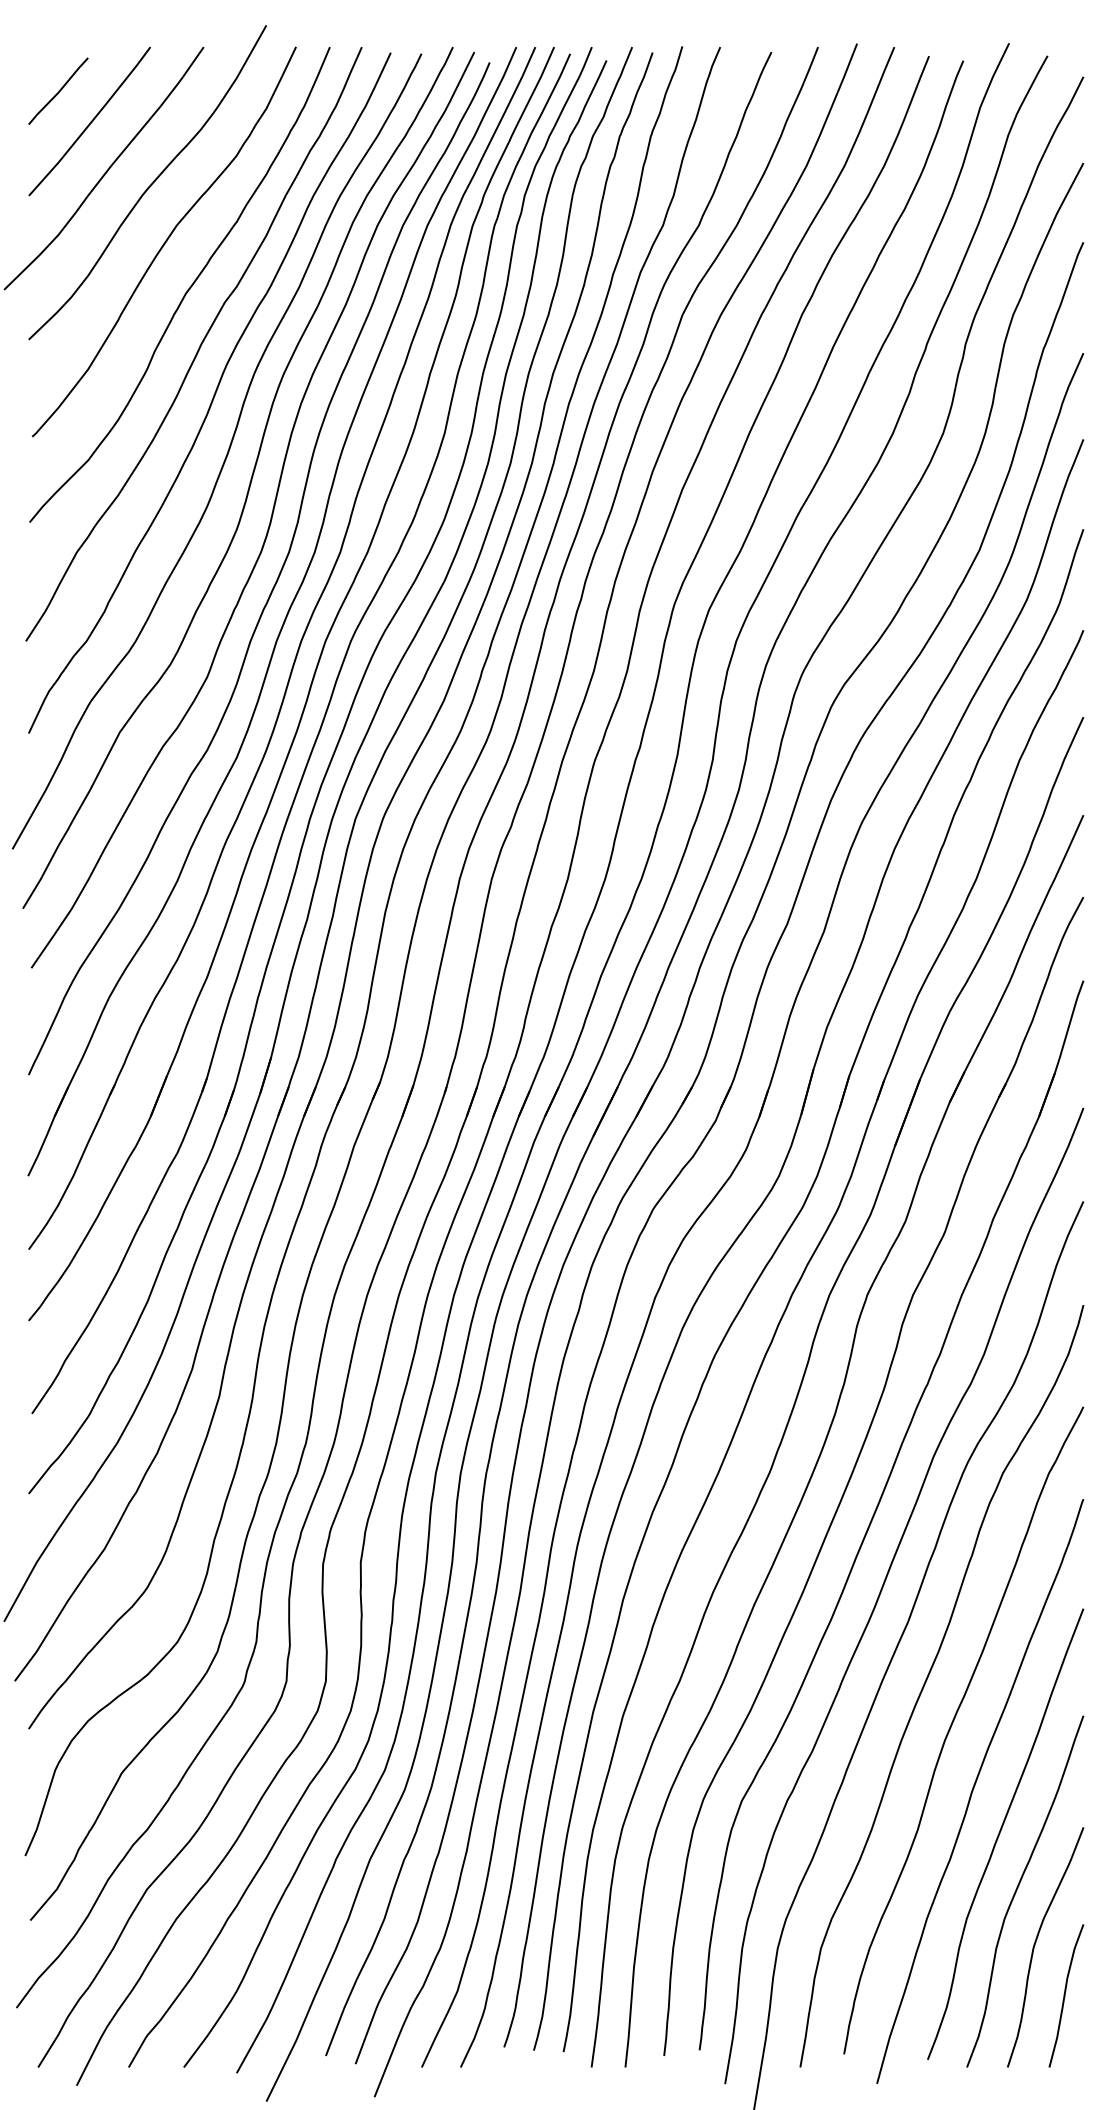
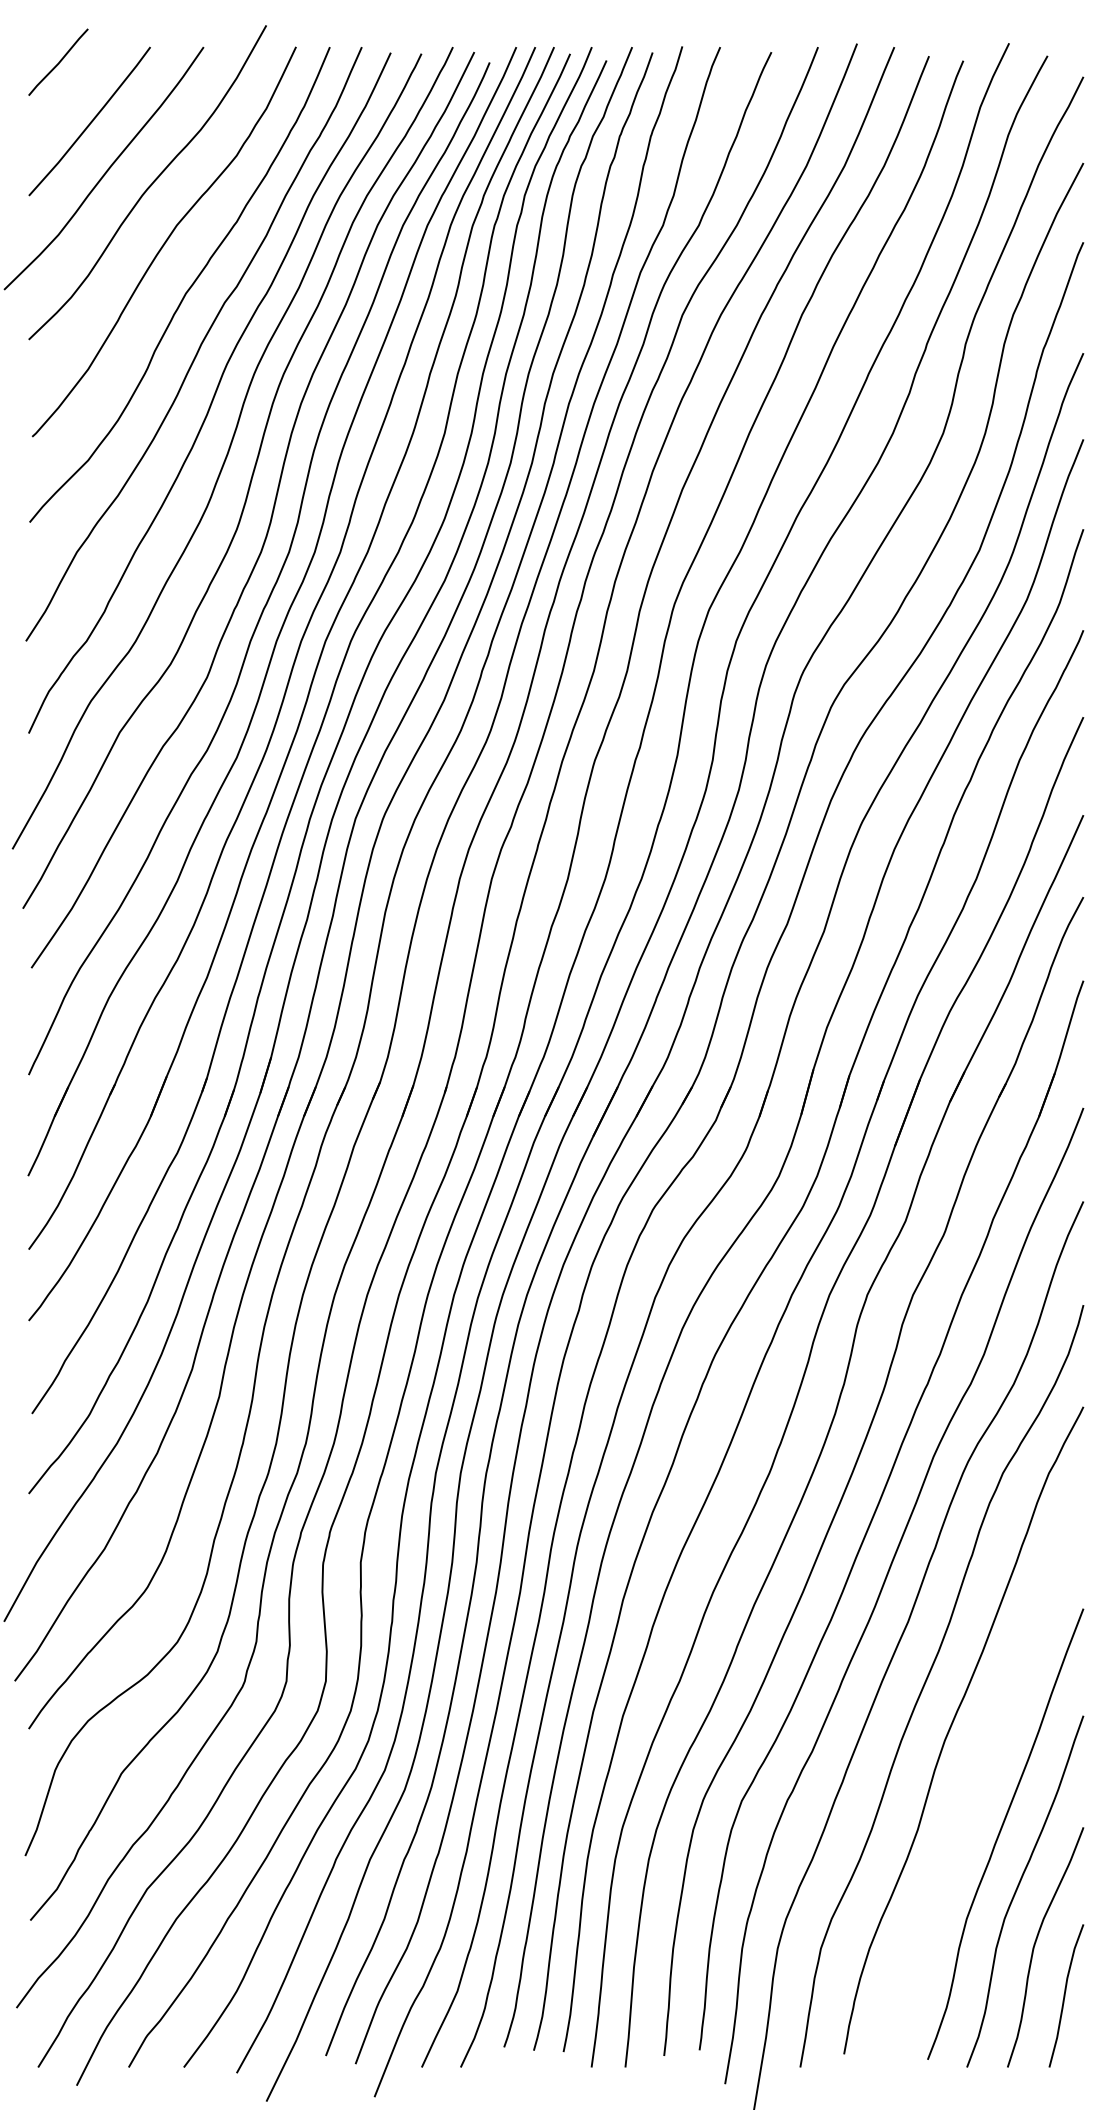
line at (59, 90) position: (59, 90) -> (59, 61)
curve at (974, 1788): present -> none
